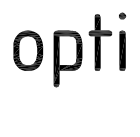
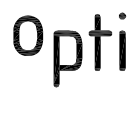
part at (28, 50) position: (28, 50) -> (28, 35)
